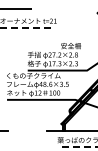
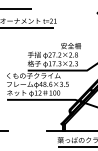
line at (27, 27): dashed -> solid
line at (77, 147): dashed -> solid
